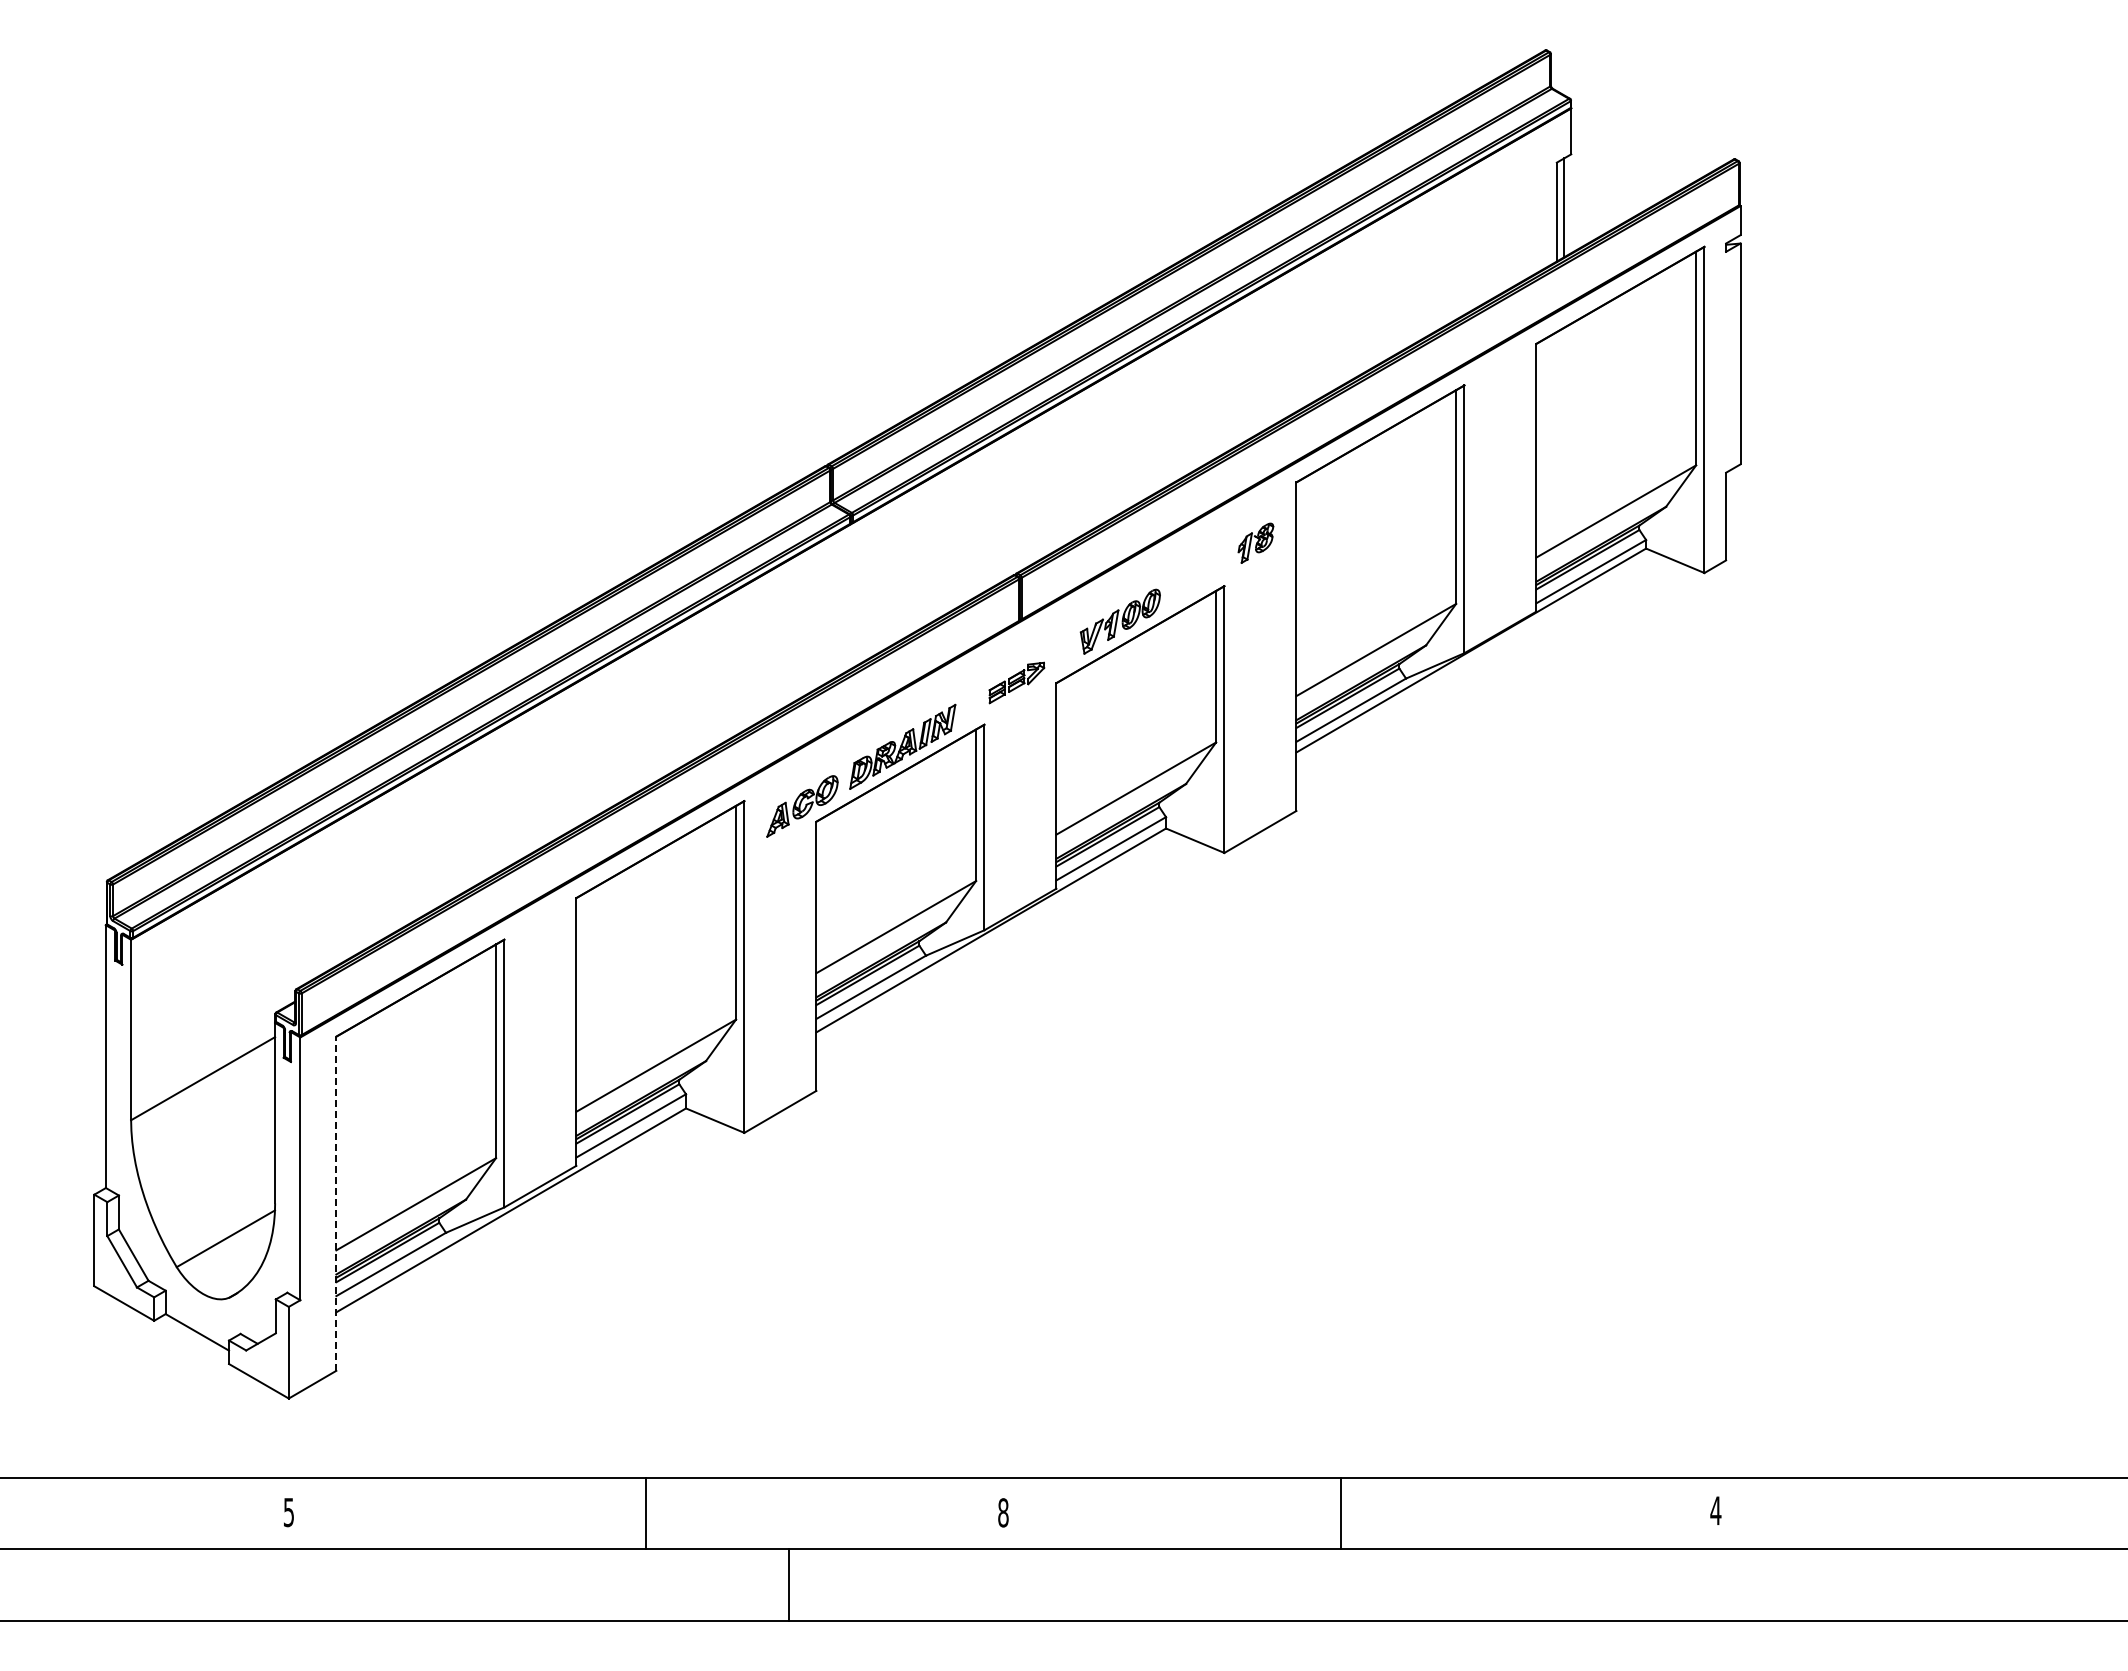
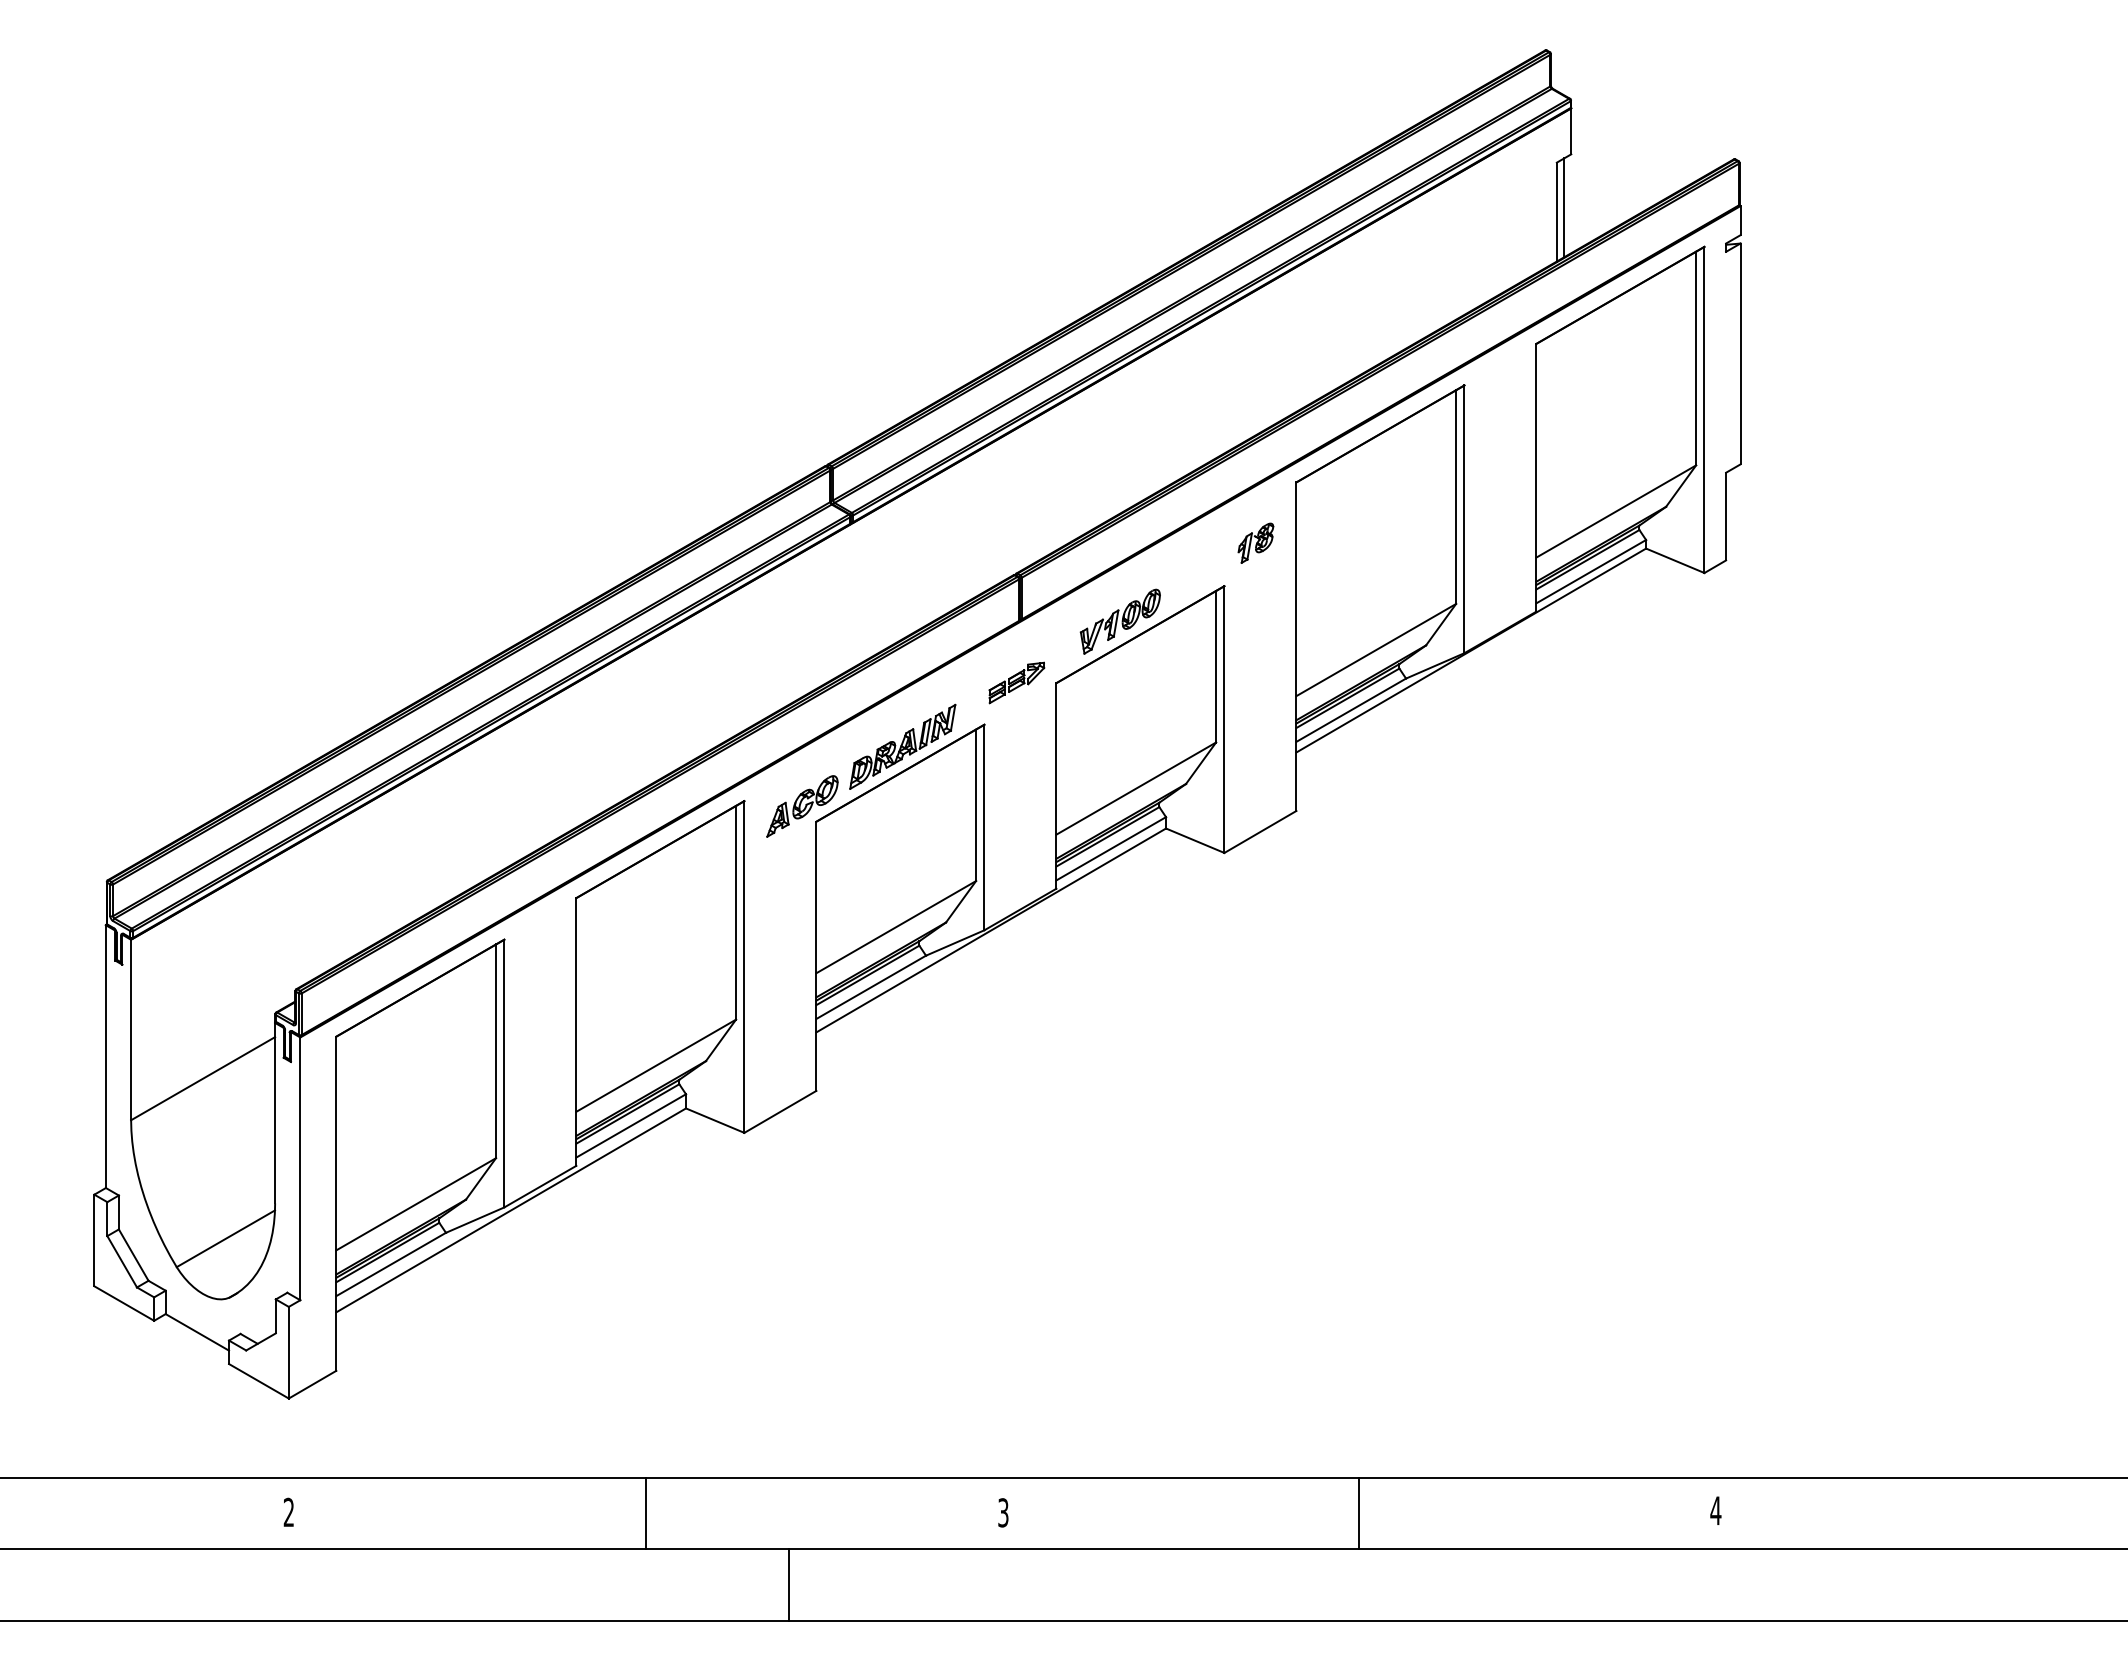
line at (336, 1203): dashed -> solid
text at (288, 1512): 5 -> 2
text at (1003, 1512): 8 -> 3
line at (1341, 1513) position: (1341, 1513) -> (1359, 1513)
